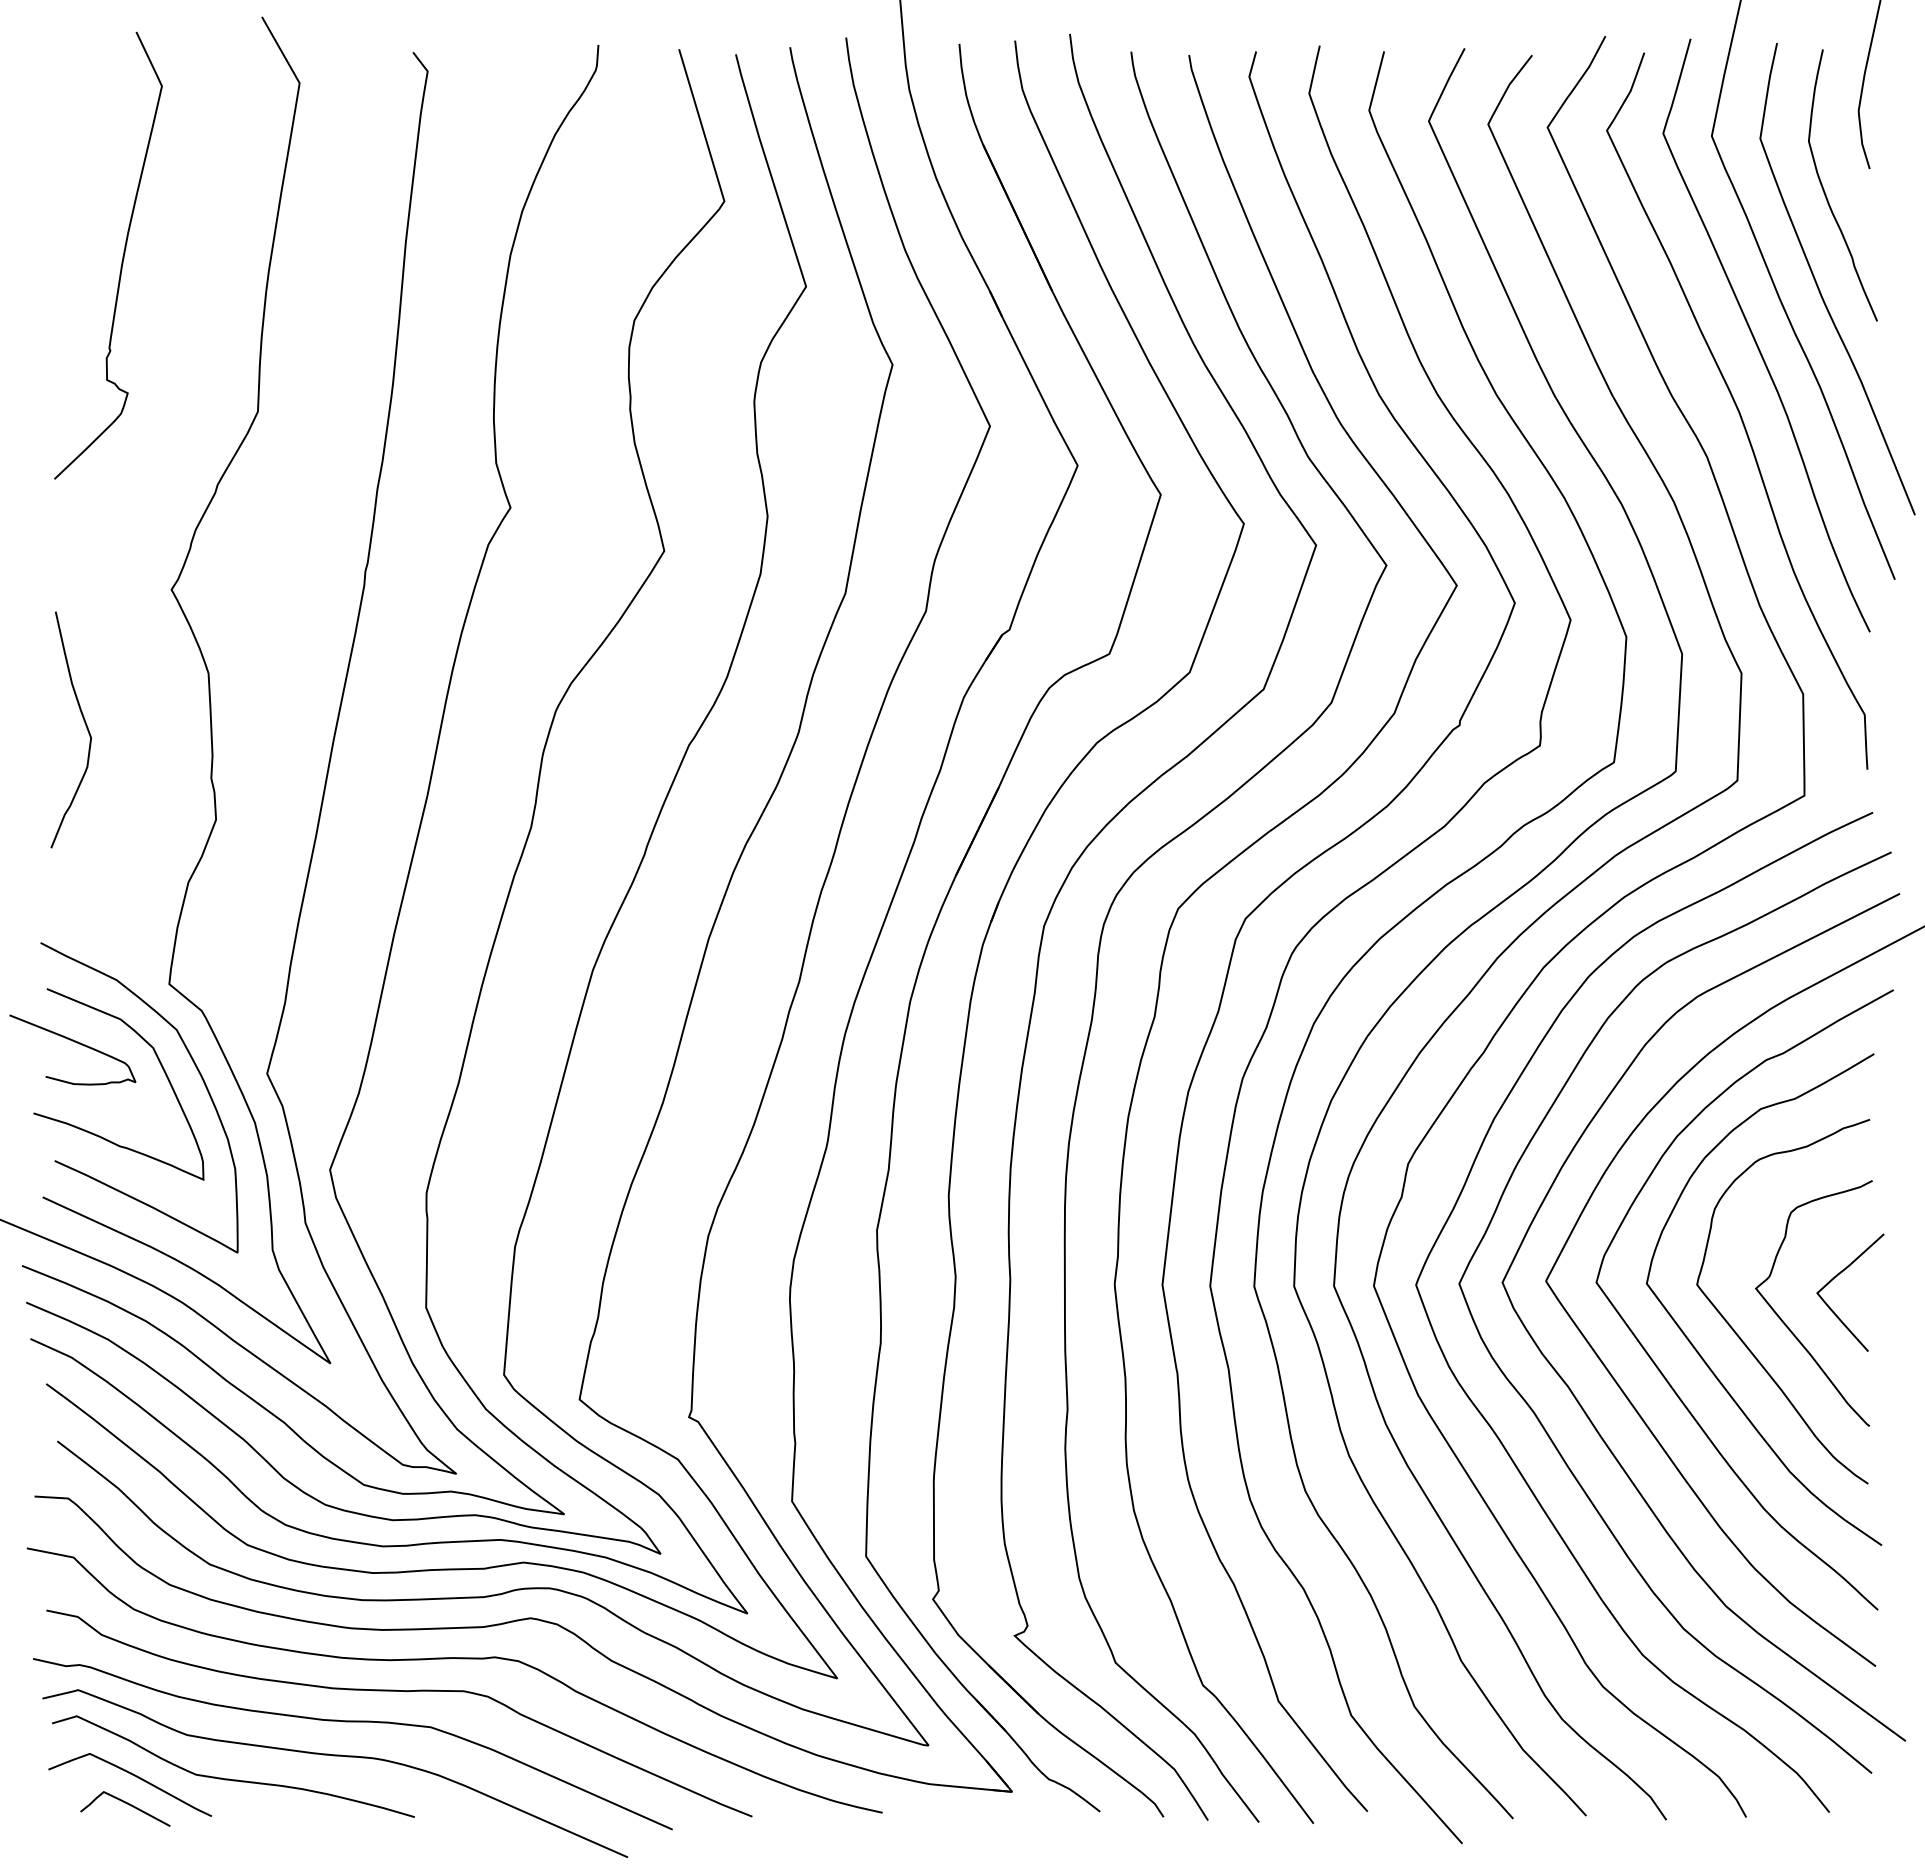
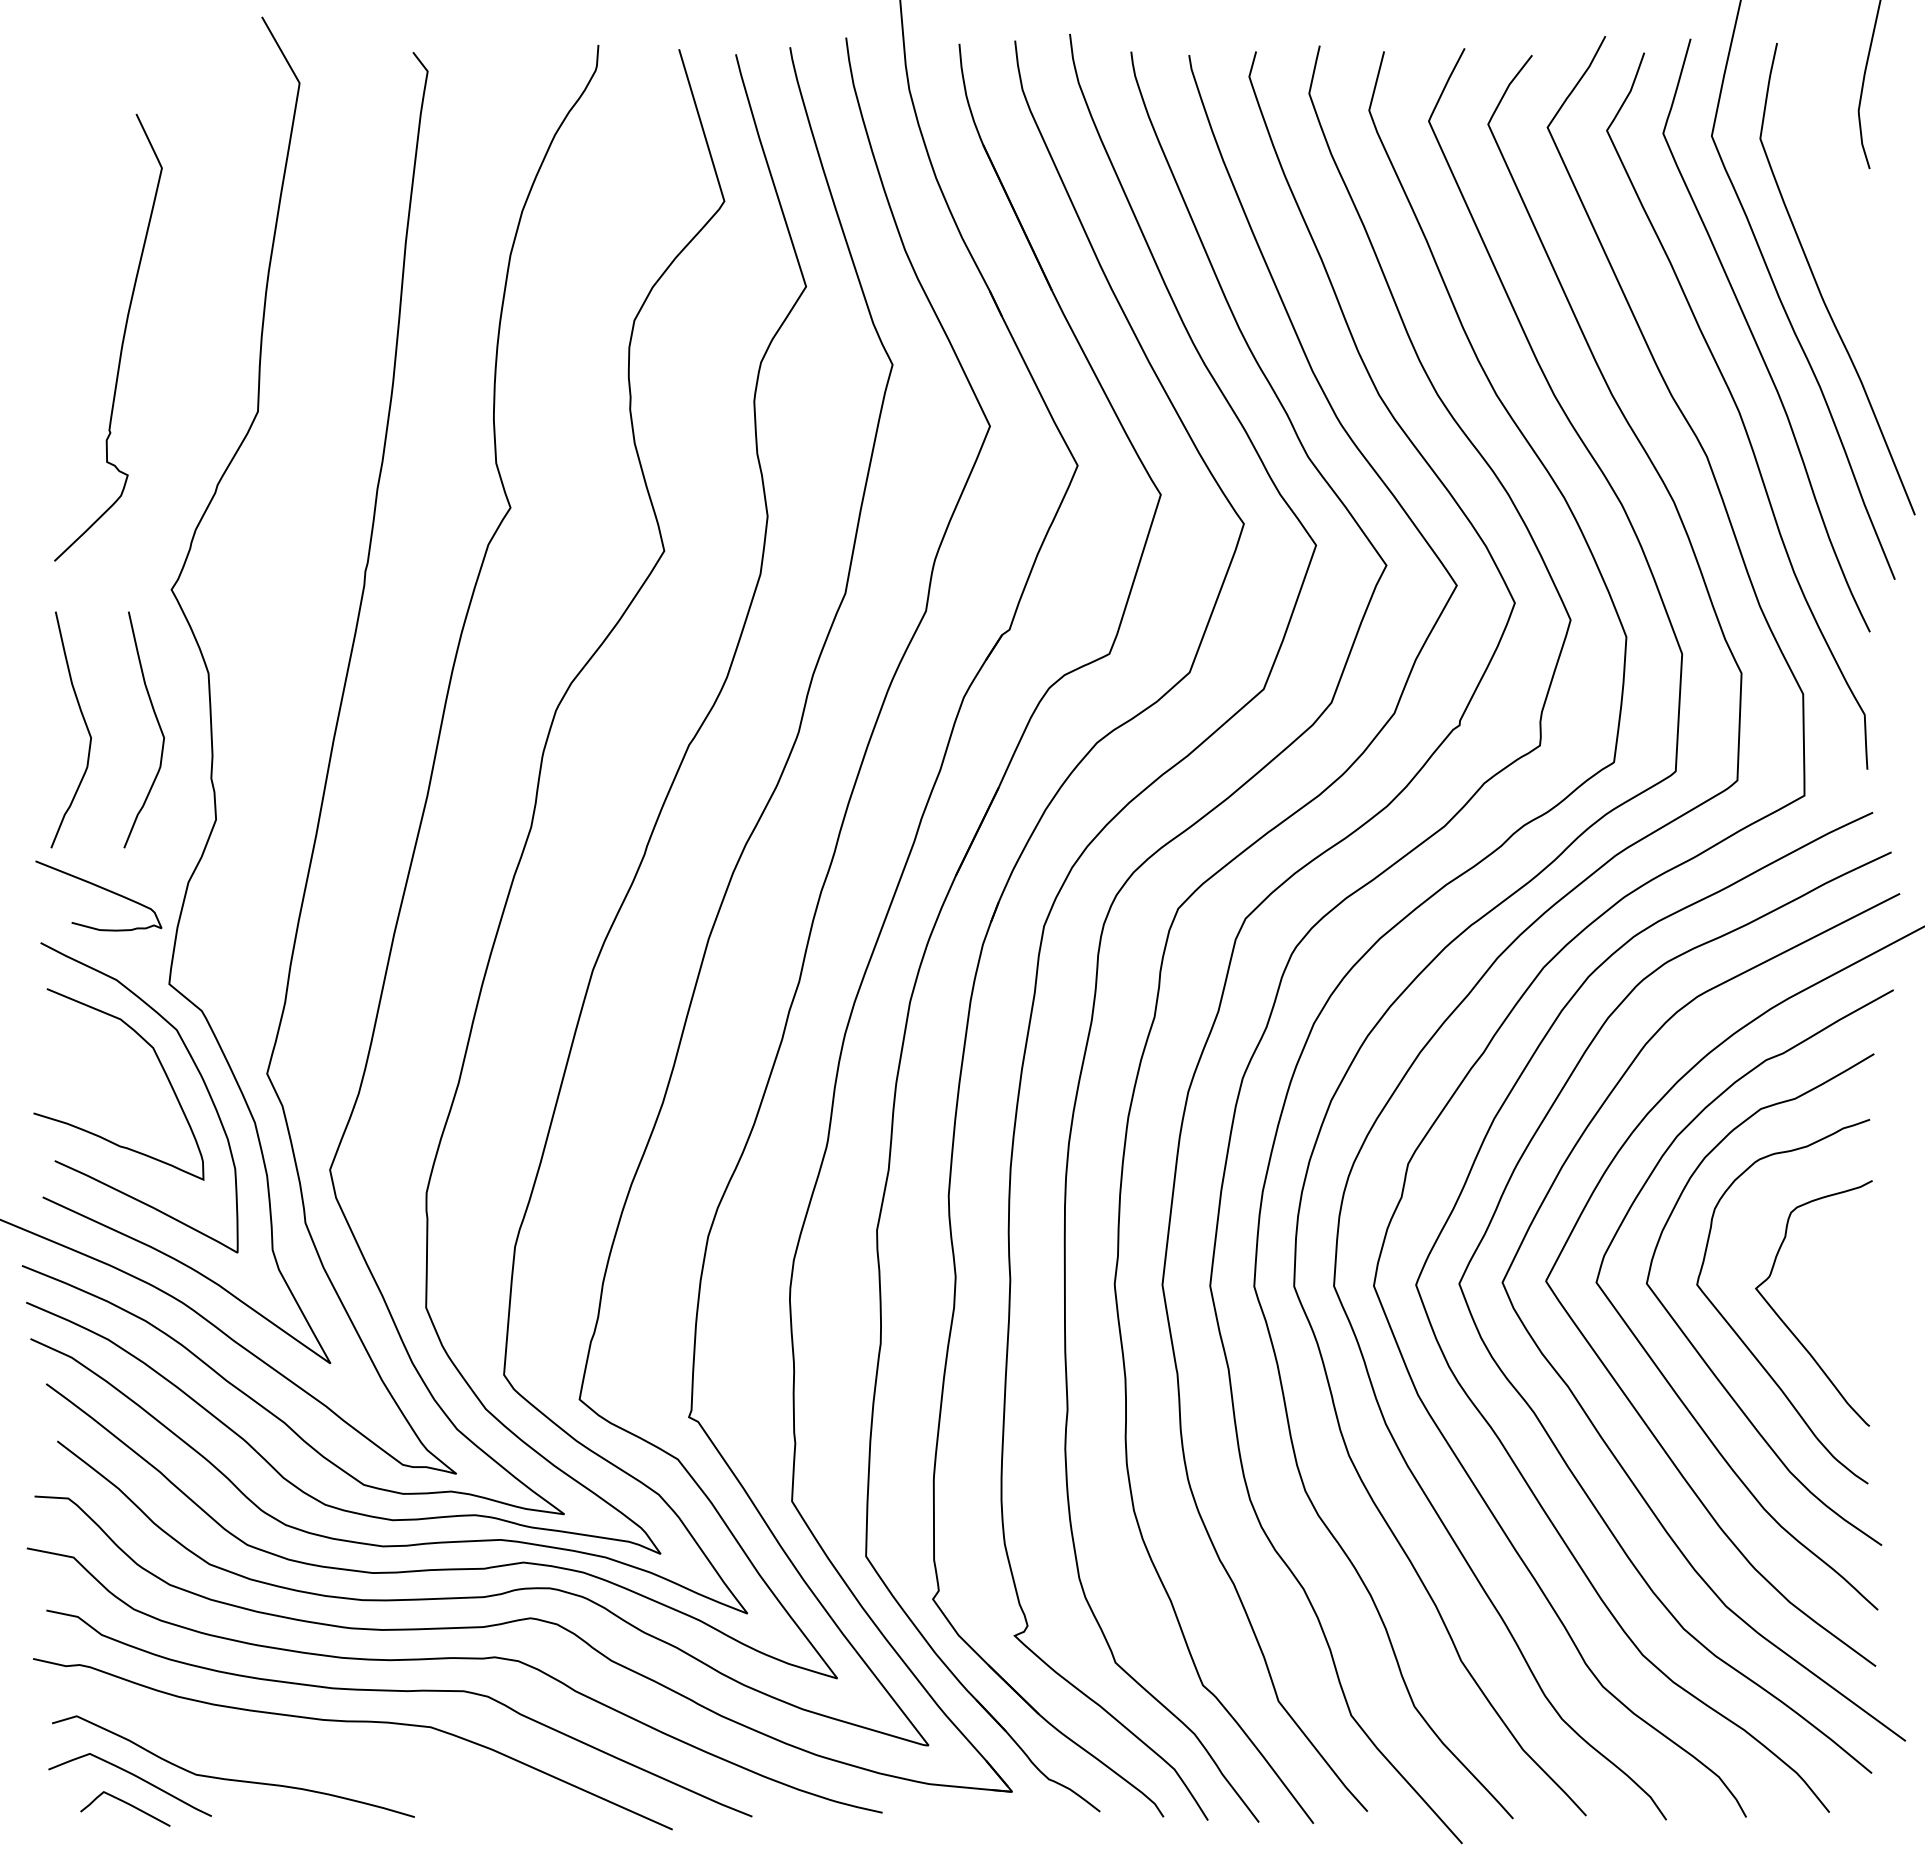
curve at (1826, 194): present -> none
curve at (122, 256) position: (122, 256) -> (122, 338)
curve at (157, 723): none -> present
curve at (74, 1042) position: (74, 1042) -> (100, 888)
curve at (1836, 1277): present -> none
curve at (335, 1756): present -> none
